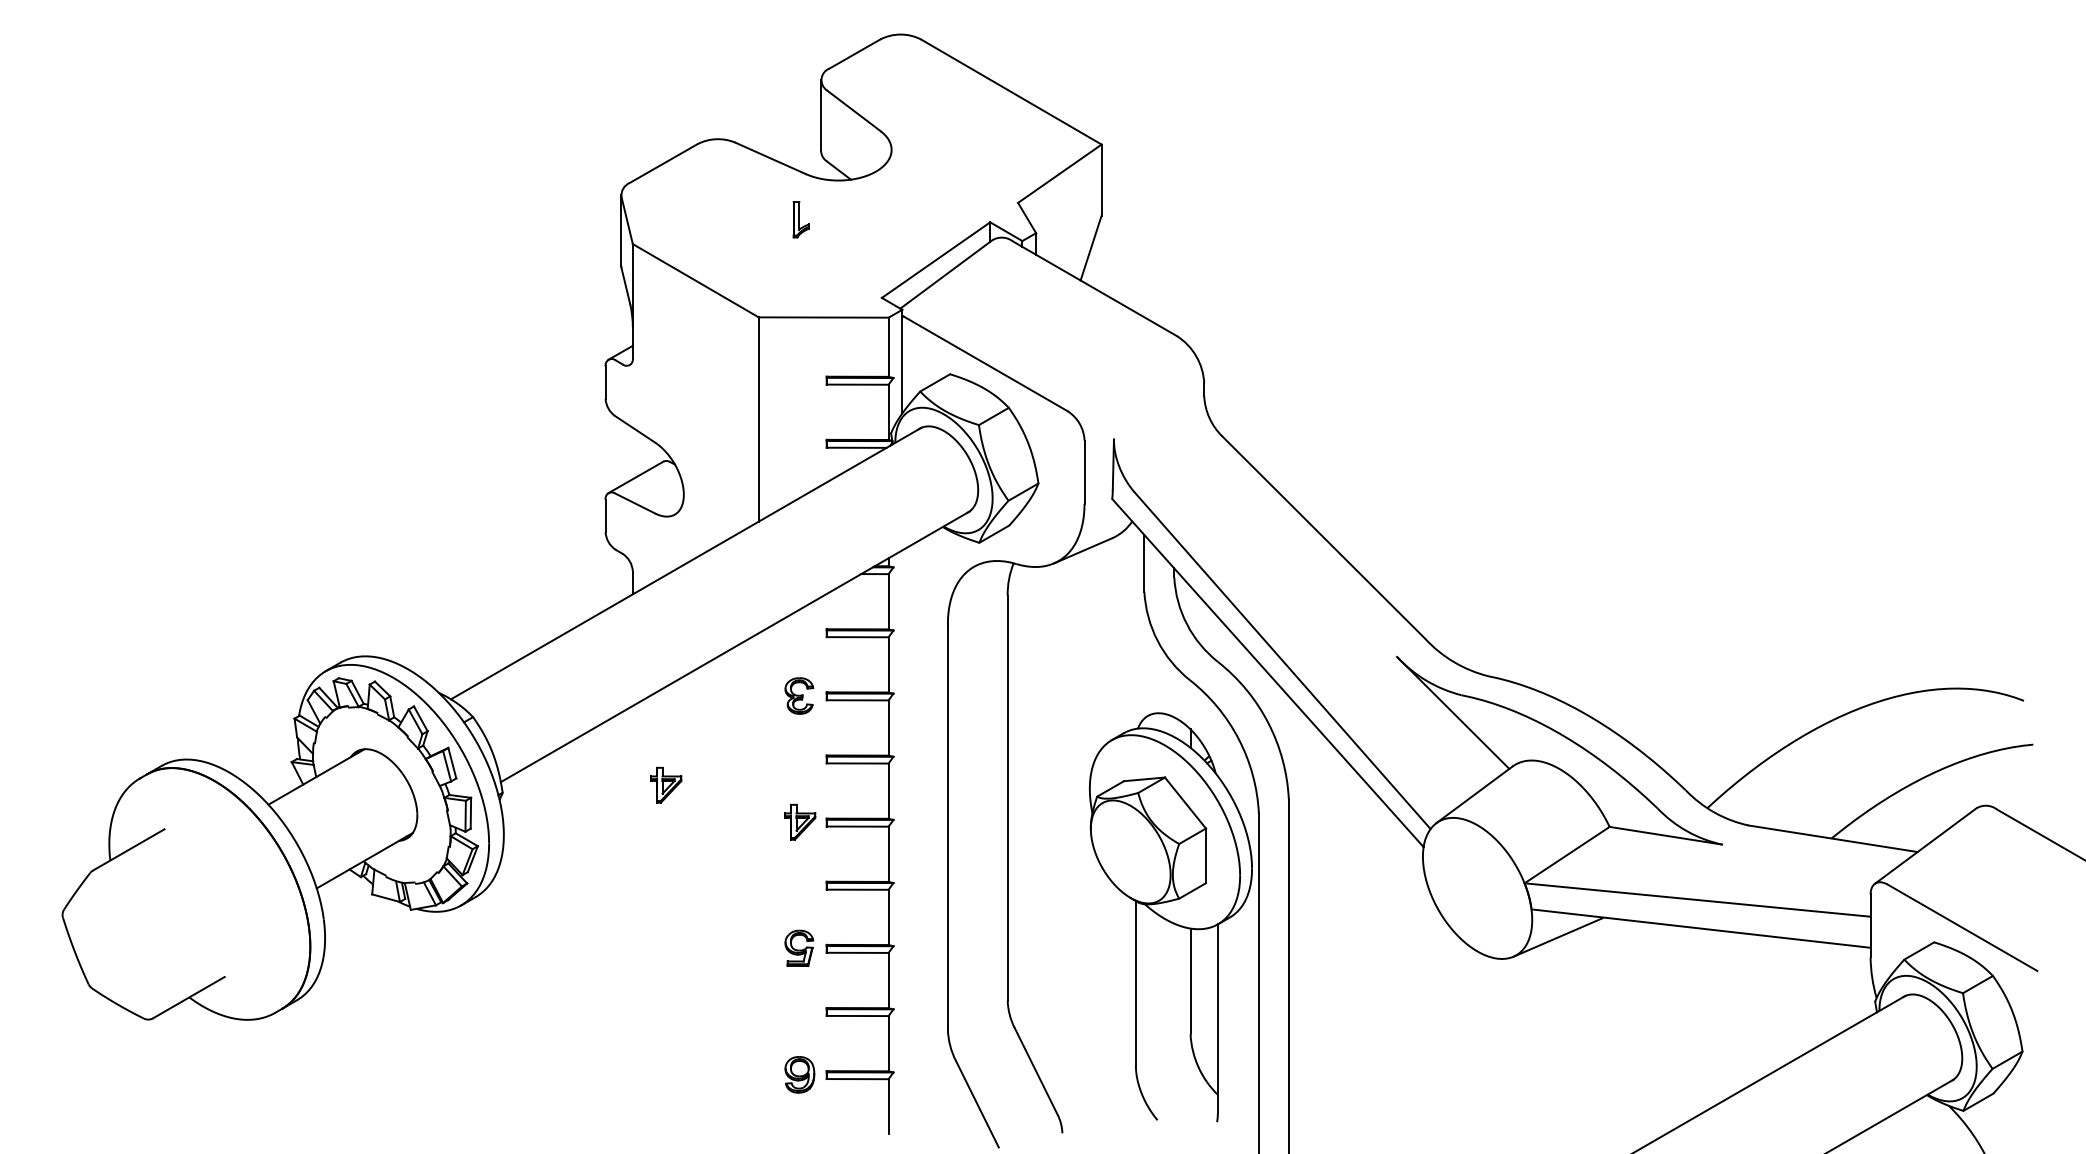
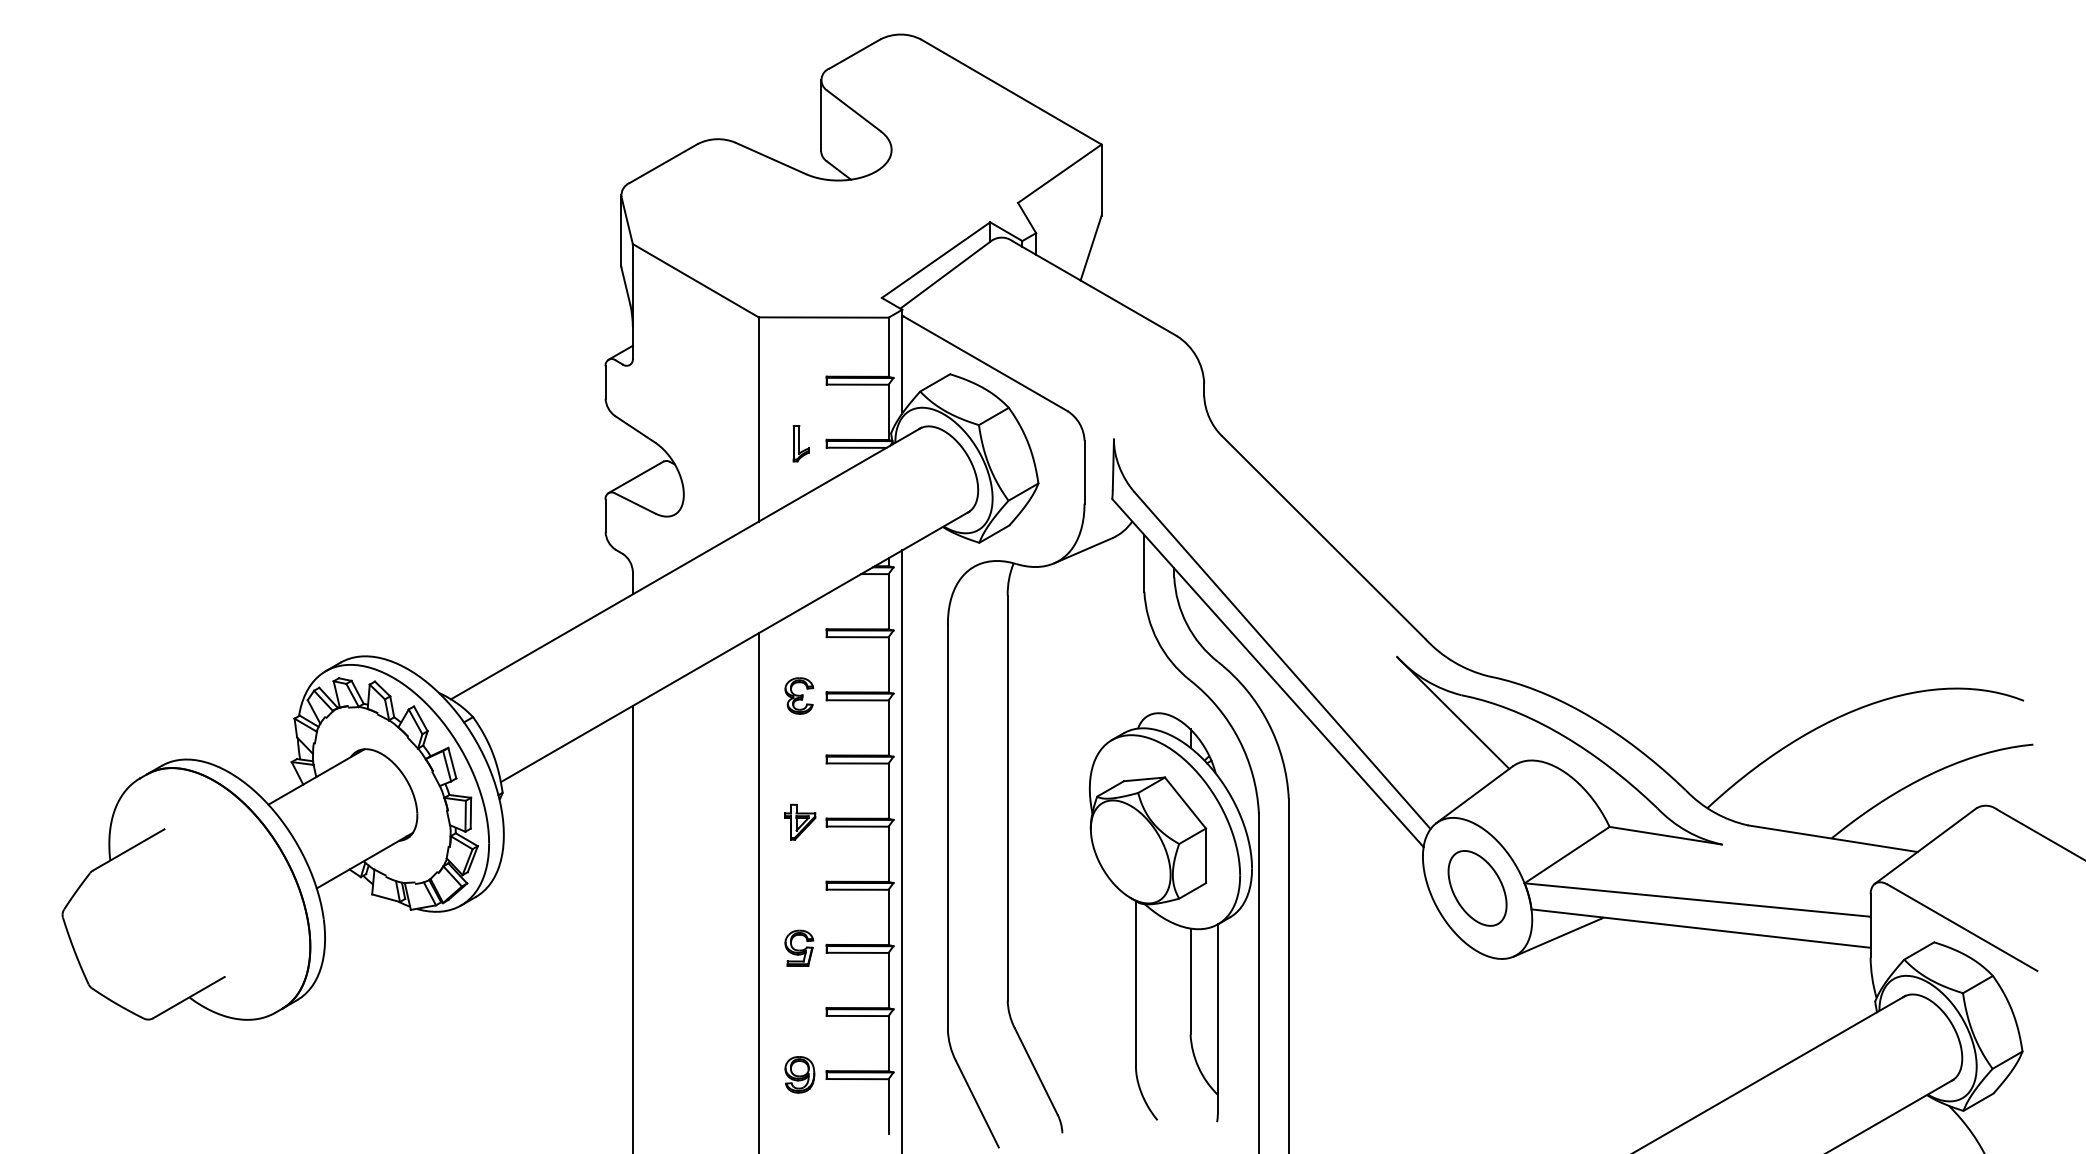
part at (800, 219) position: (800, 219) -> (800, 443)
part at (666, 784): present -> none
line at (902, 850): none -> present
part at (1477, 888): none -> present
line at (758, 891): none -> present
line at (632, 927): none -> present
